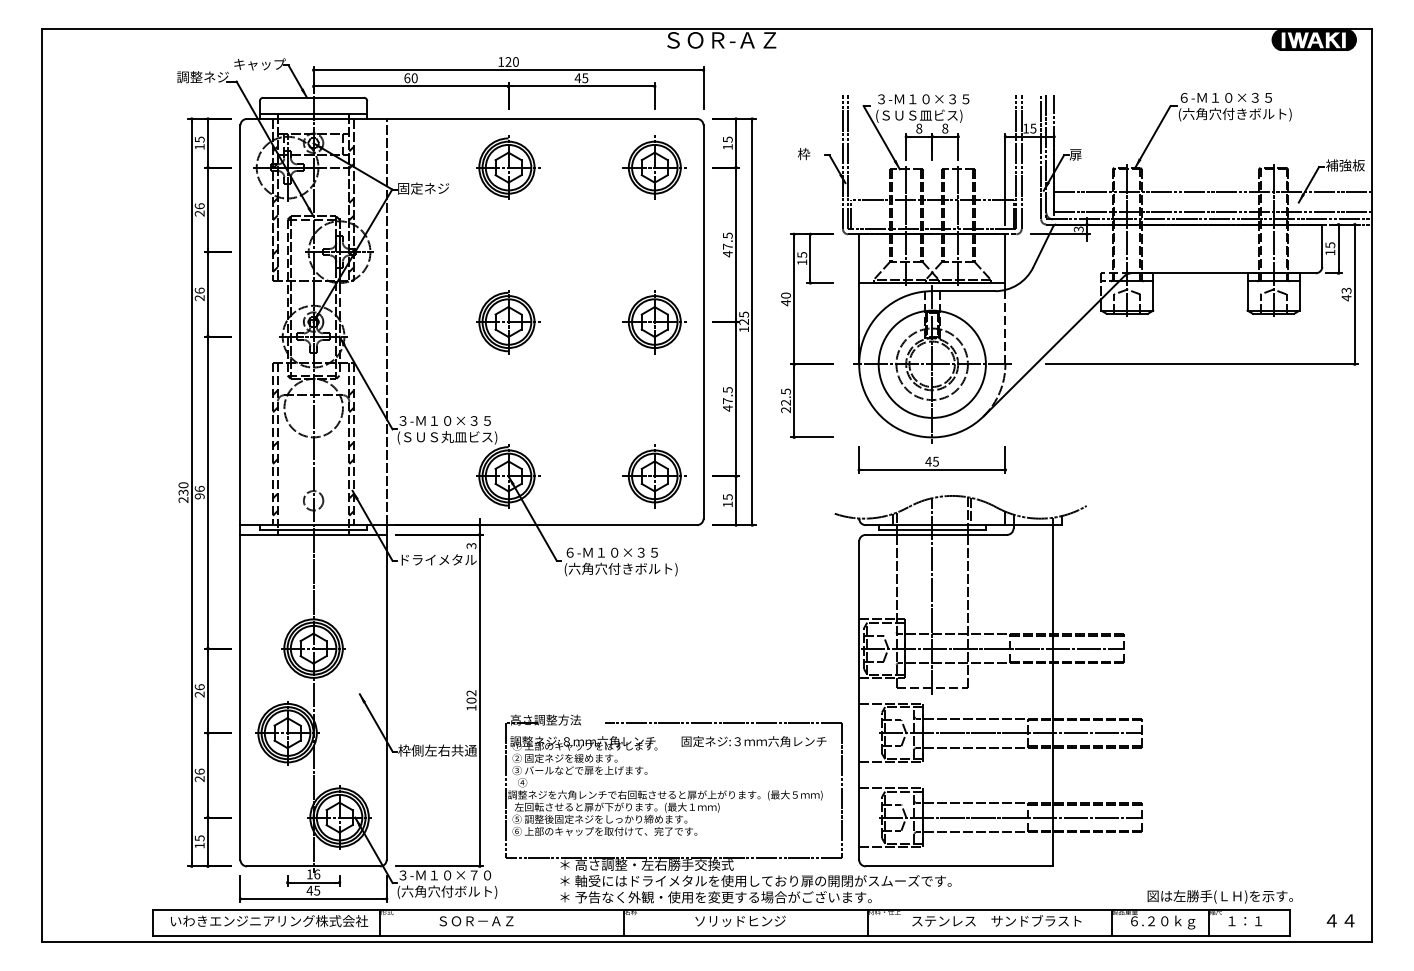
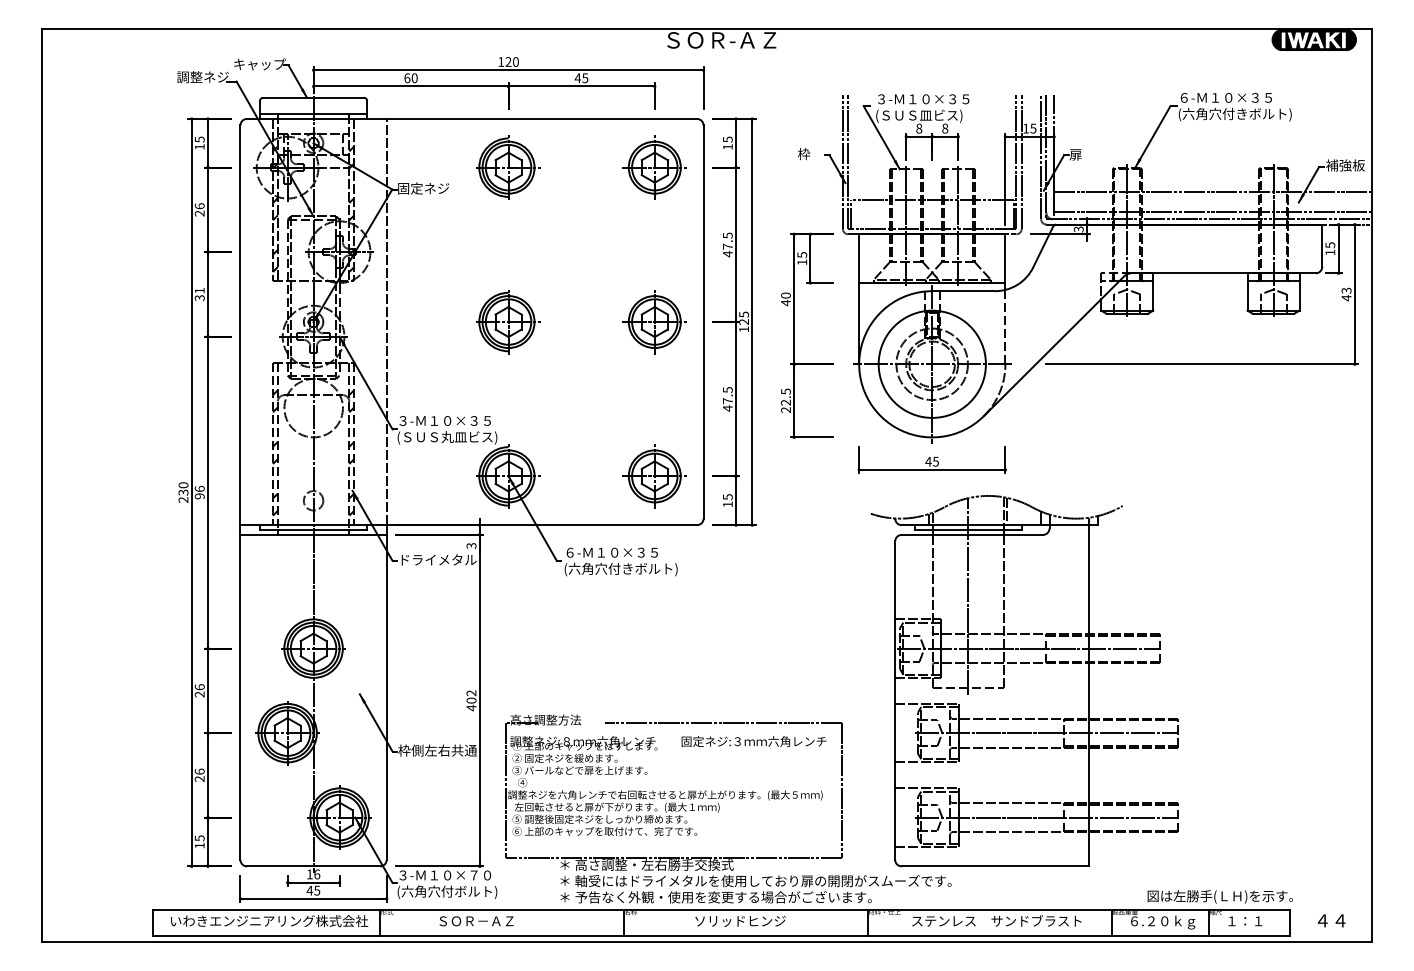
text at (199, 294): 26 -> 31
part at (988, 681) position: (988, 681) -> (1024, 681)
text at (471, 707): 102 -> 402
text at (1340, 920) position: (1340, 920) -> (1331, 920)
